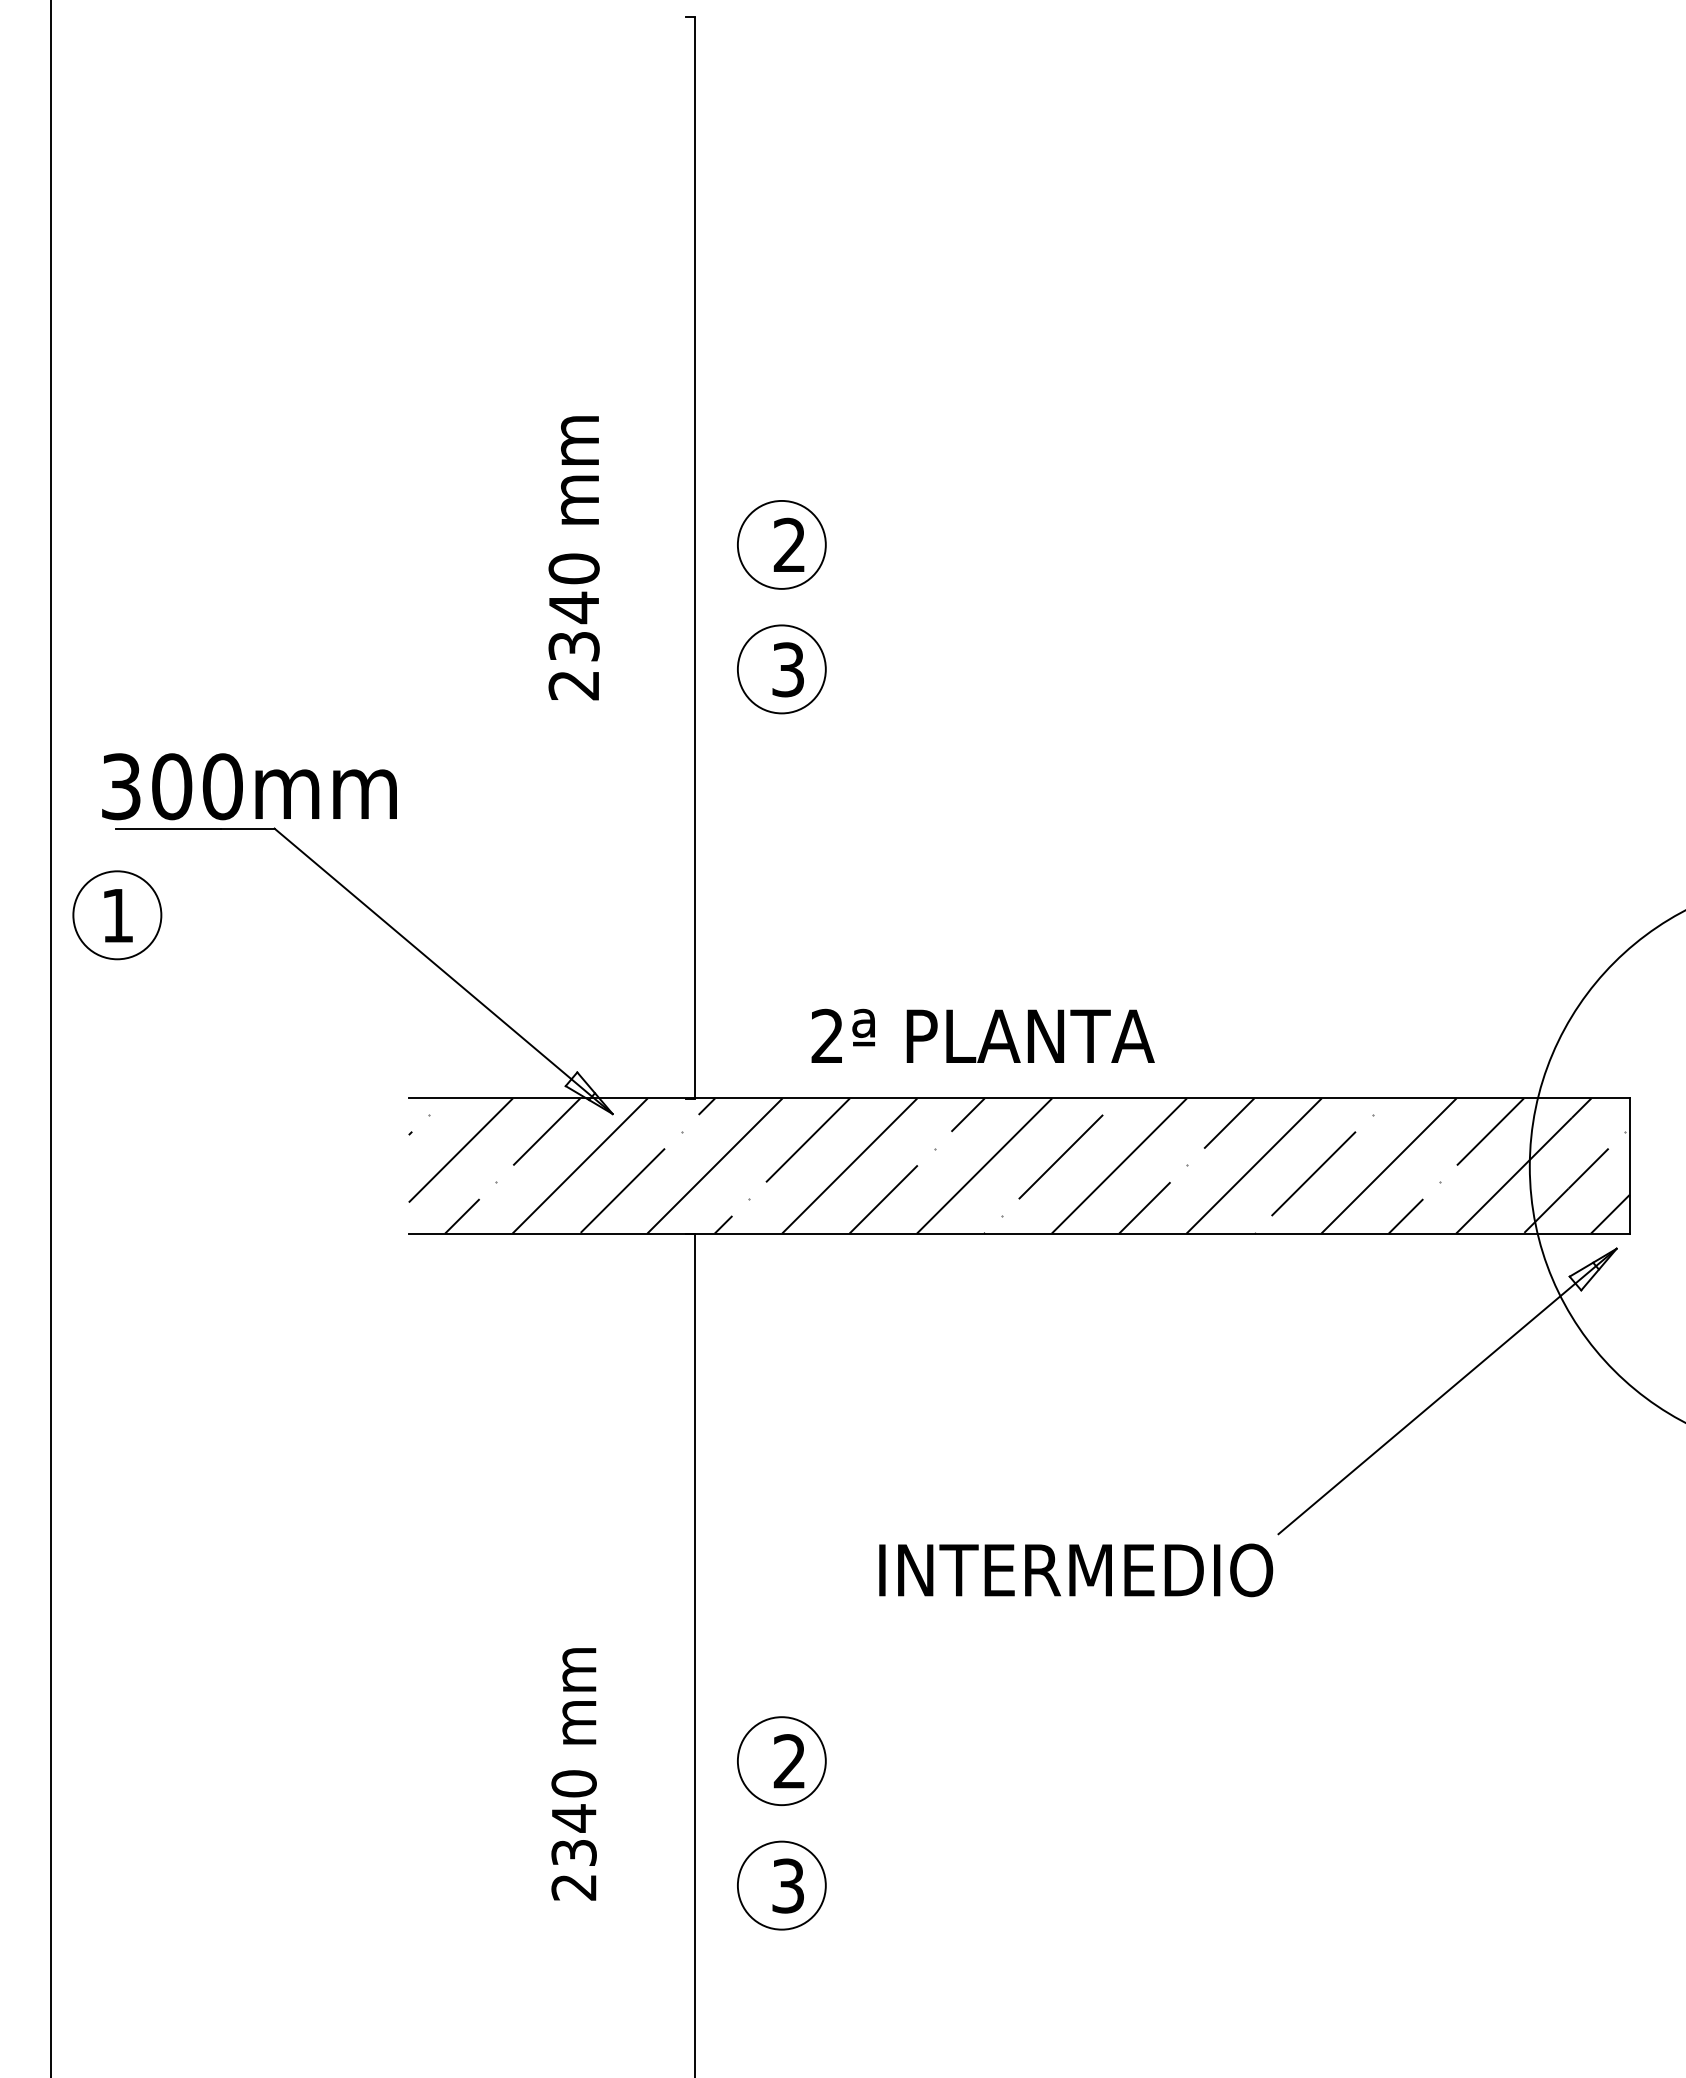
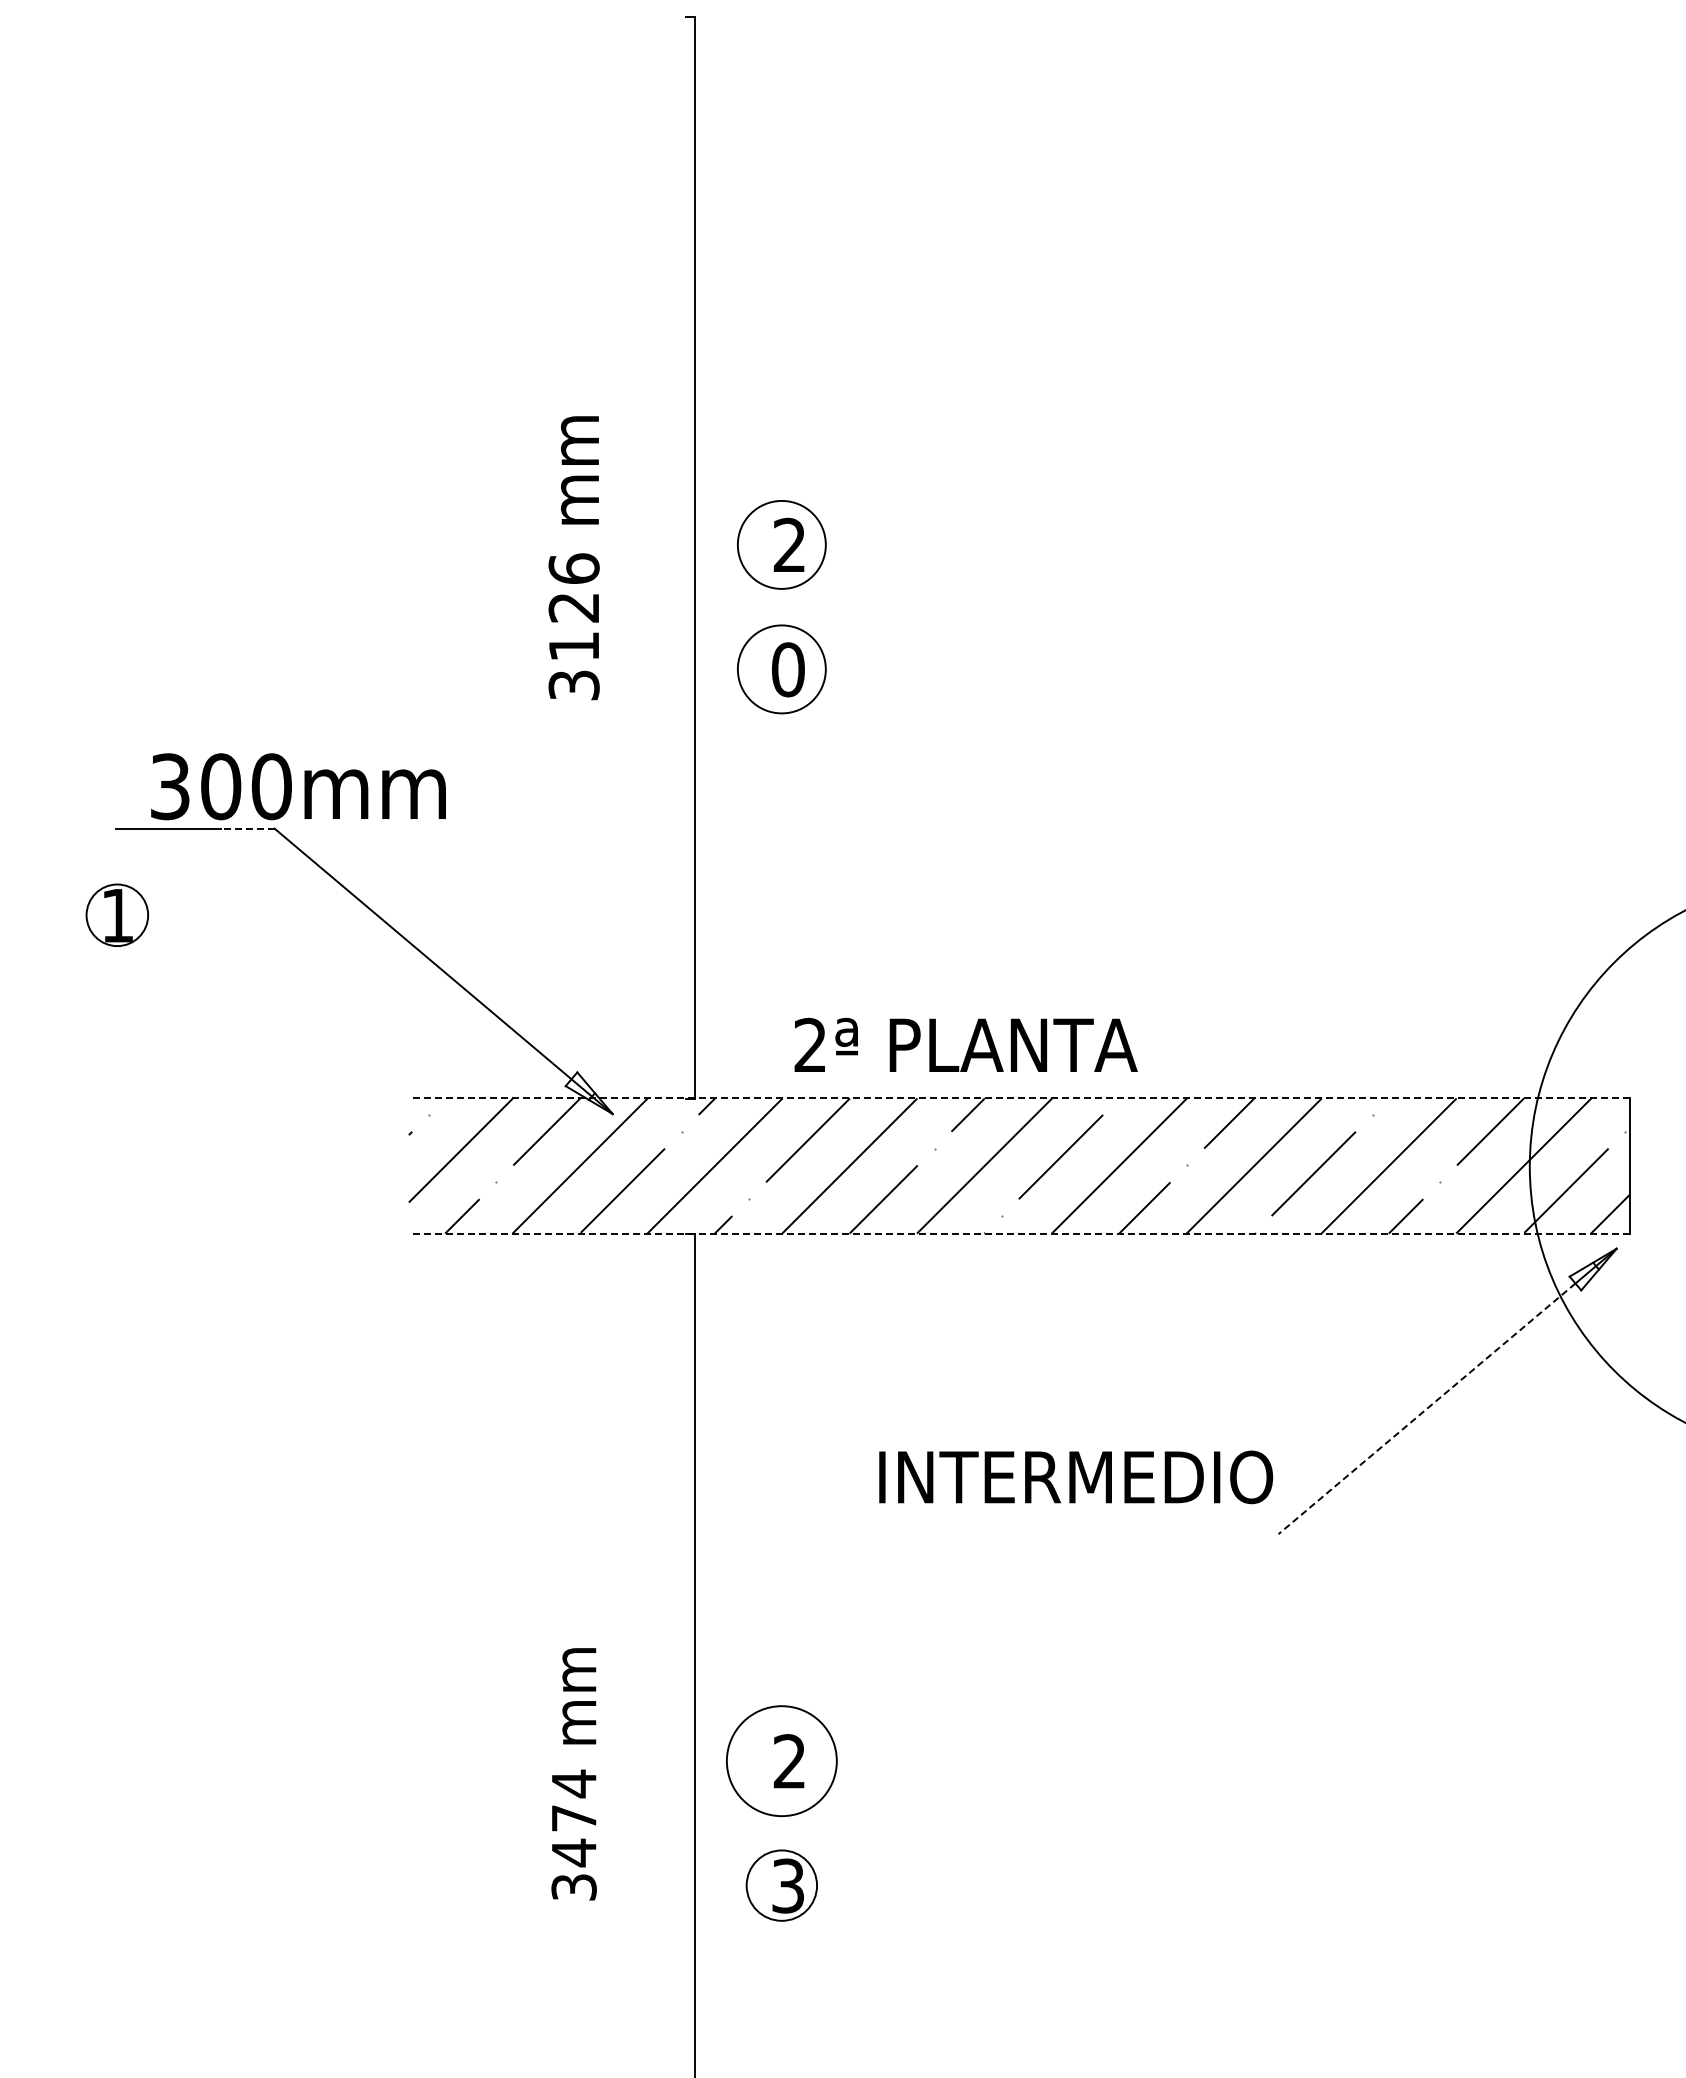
text at (573, 626): 2340 -> 3126
text at (788, 669): 3 -> 0
text at (249, 786) position: (249, 786) -> (298, 786)
line at (247, 828): solid -> dashed
circle at (117, 915) diameter: 88 px -> 62 px
text at (982, 1035) position: (982, 1035) -> (965, 1044)
line at (50, 1038): present -> none
line at (1018, 1098): solid -> dashed
line at (1018, 1233): solid -> dashed
line at (1426, 1409): solid -> dashed
text at (1076, 1570) position: (1076, 1570) -> (1076, 1477)
circle at (781, 1761) diameter: 88 px -> 110 px
text at (573, 1834): 2340 -> 3474
circle at (781, 1885) diameter: 88 px -> 70 px
